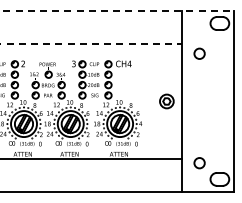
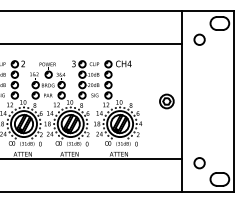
line at (117, 11): dashed -> solid
line at (91, 43): dashed -> solid
circle at (199, 53) position: (199, 53) -> (199, 39)
